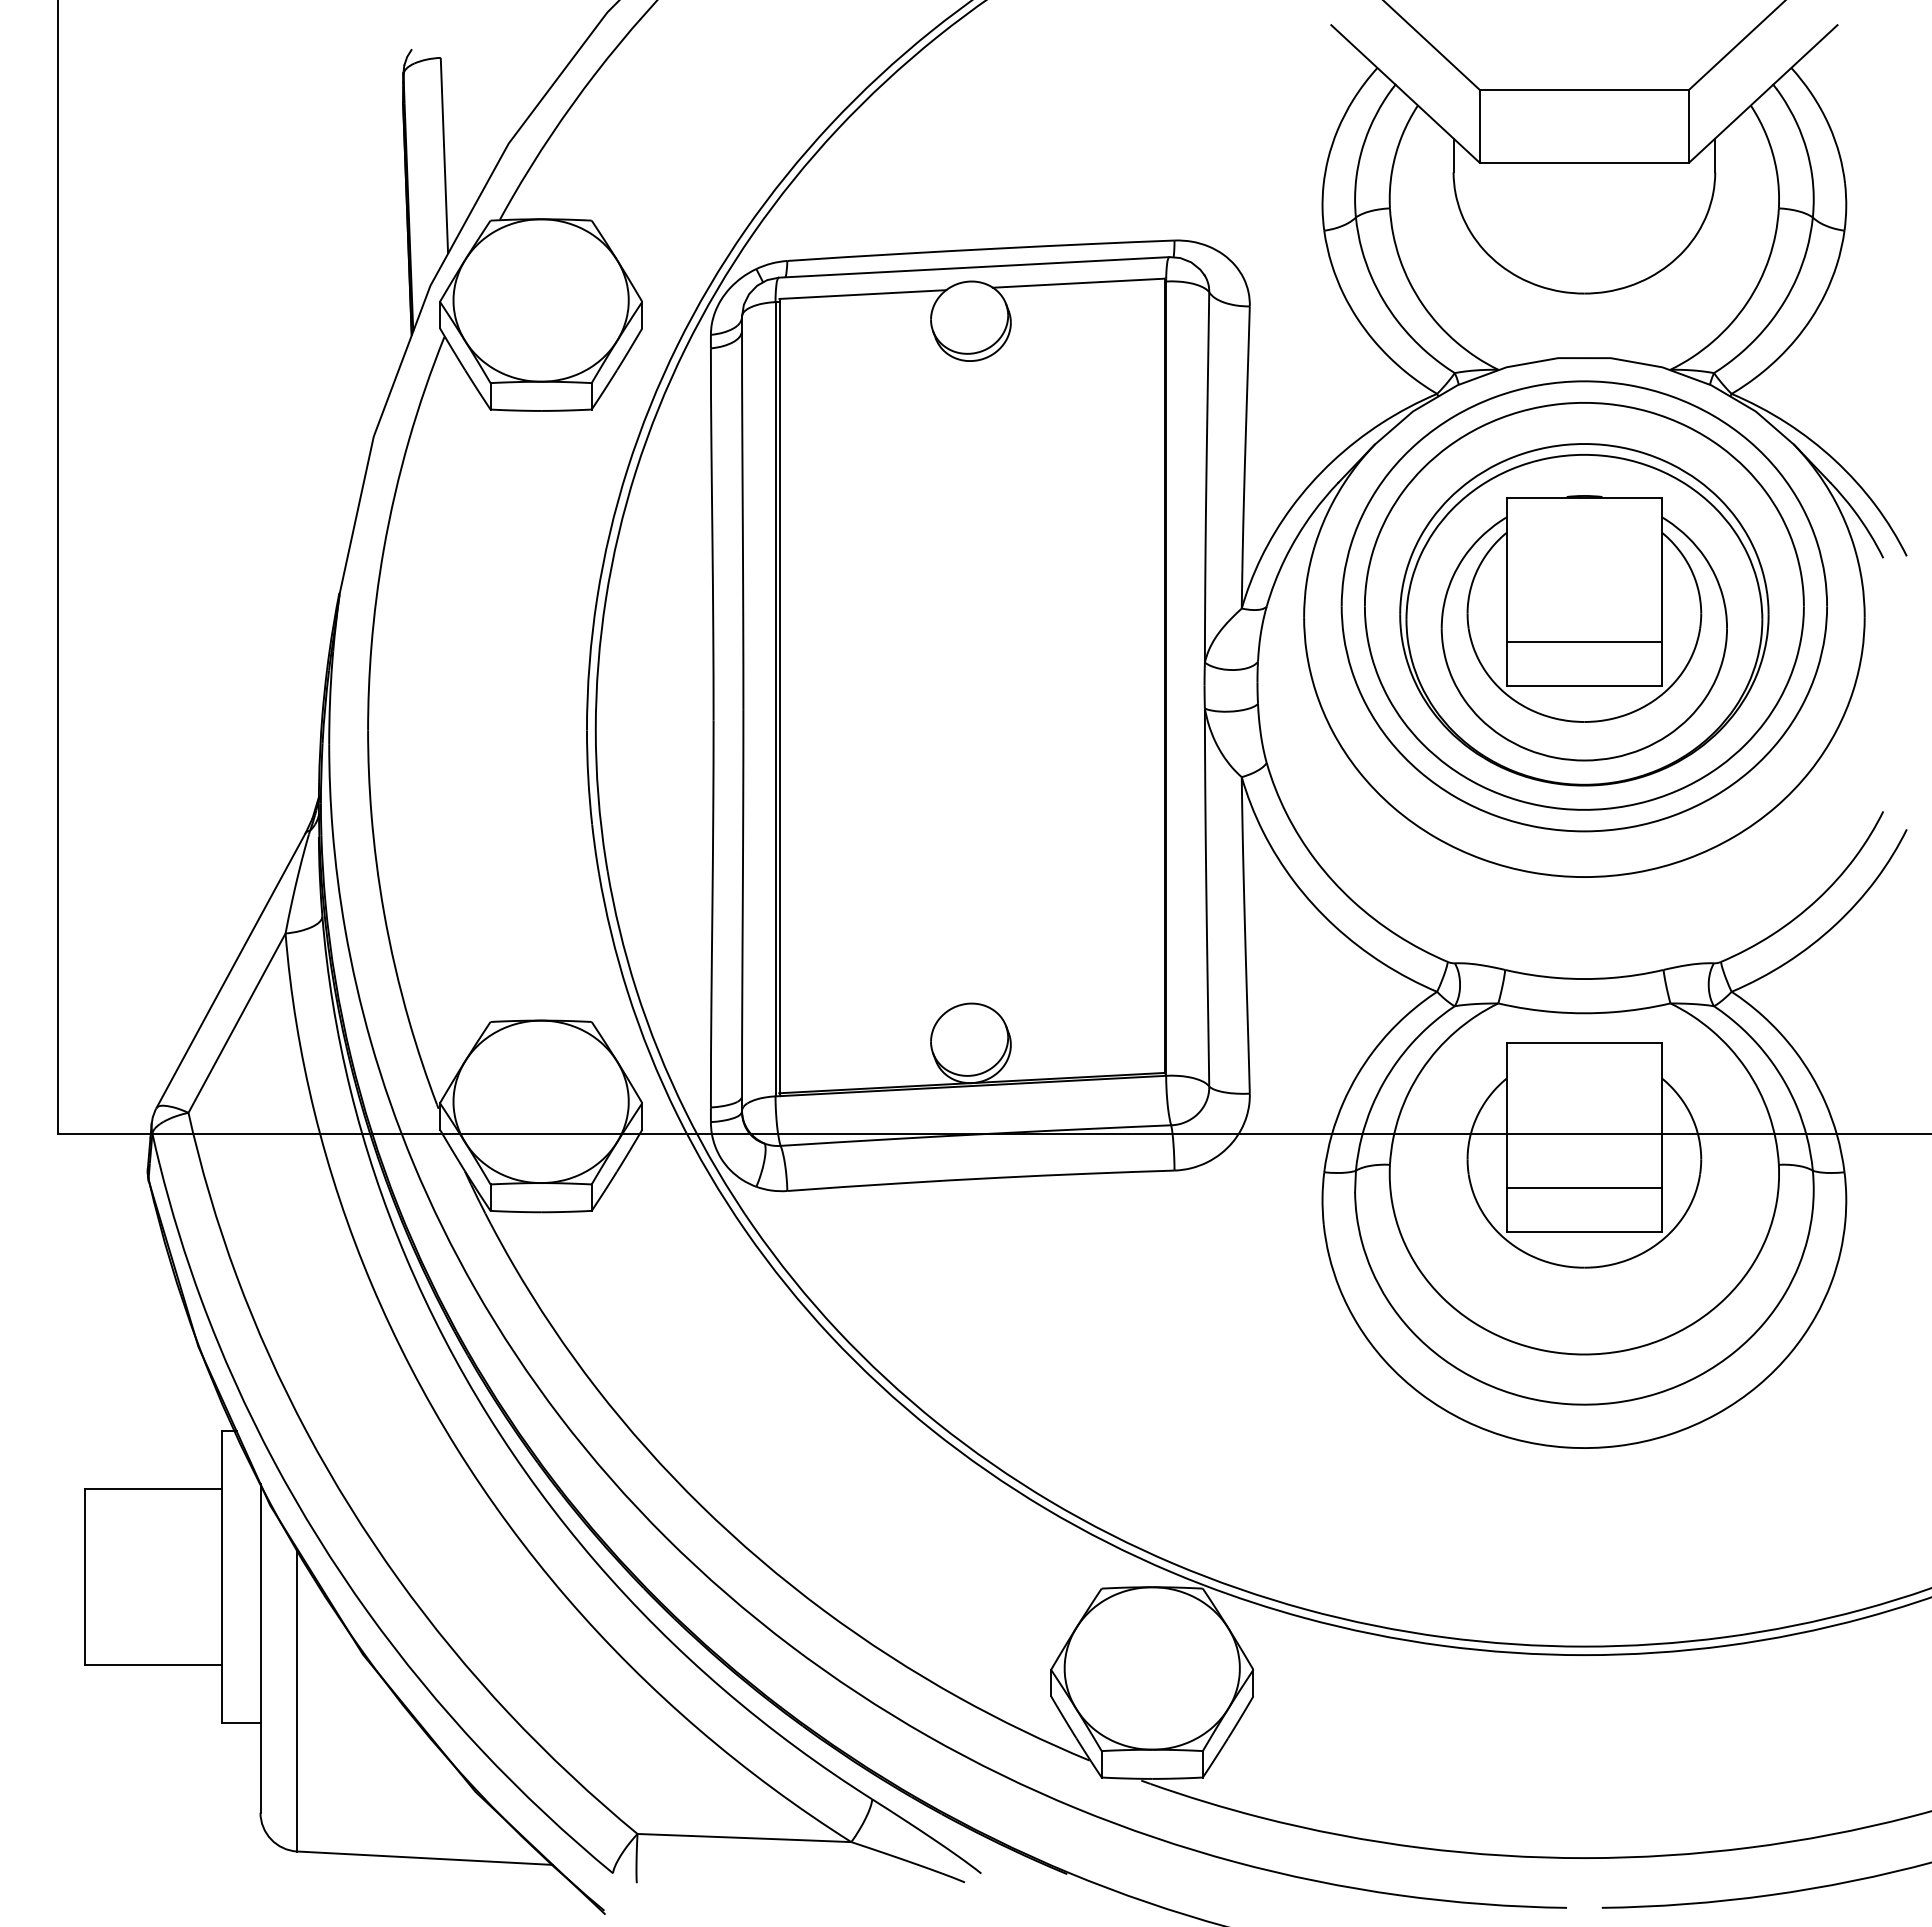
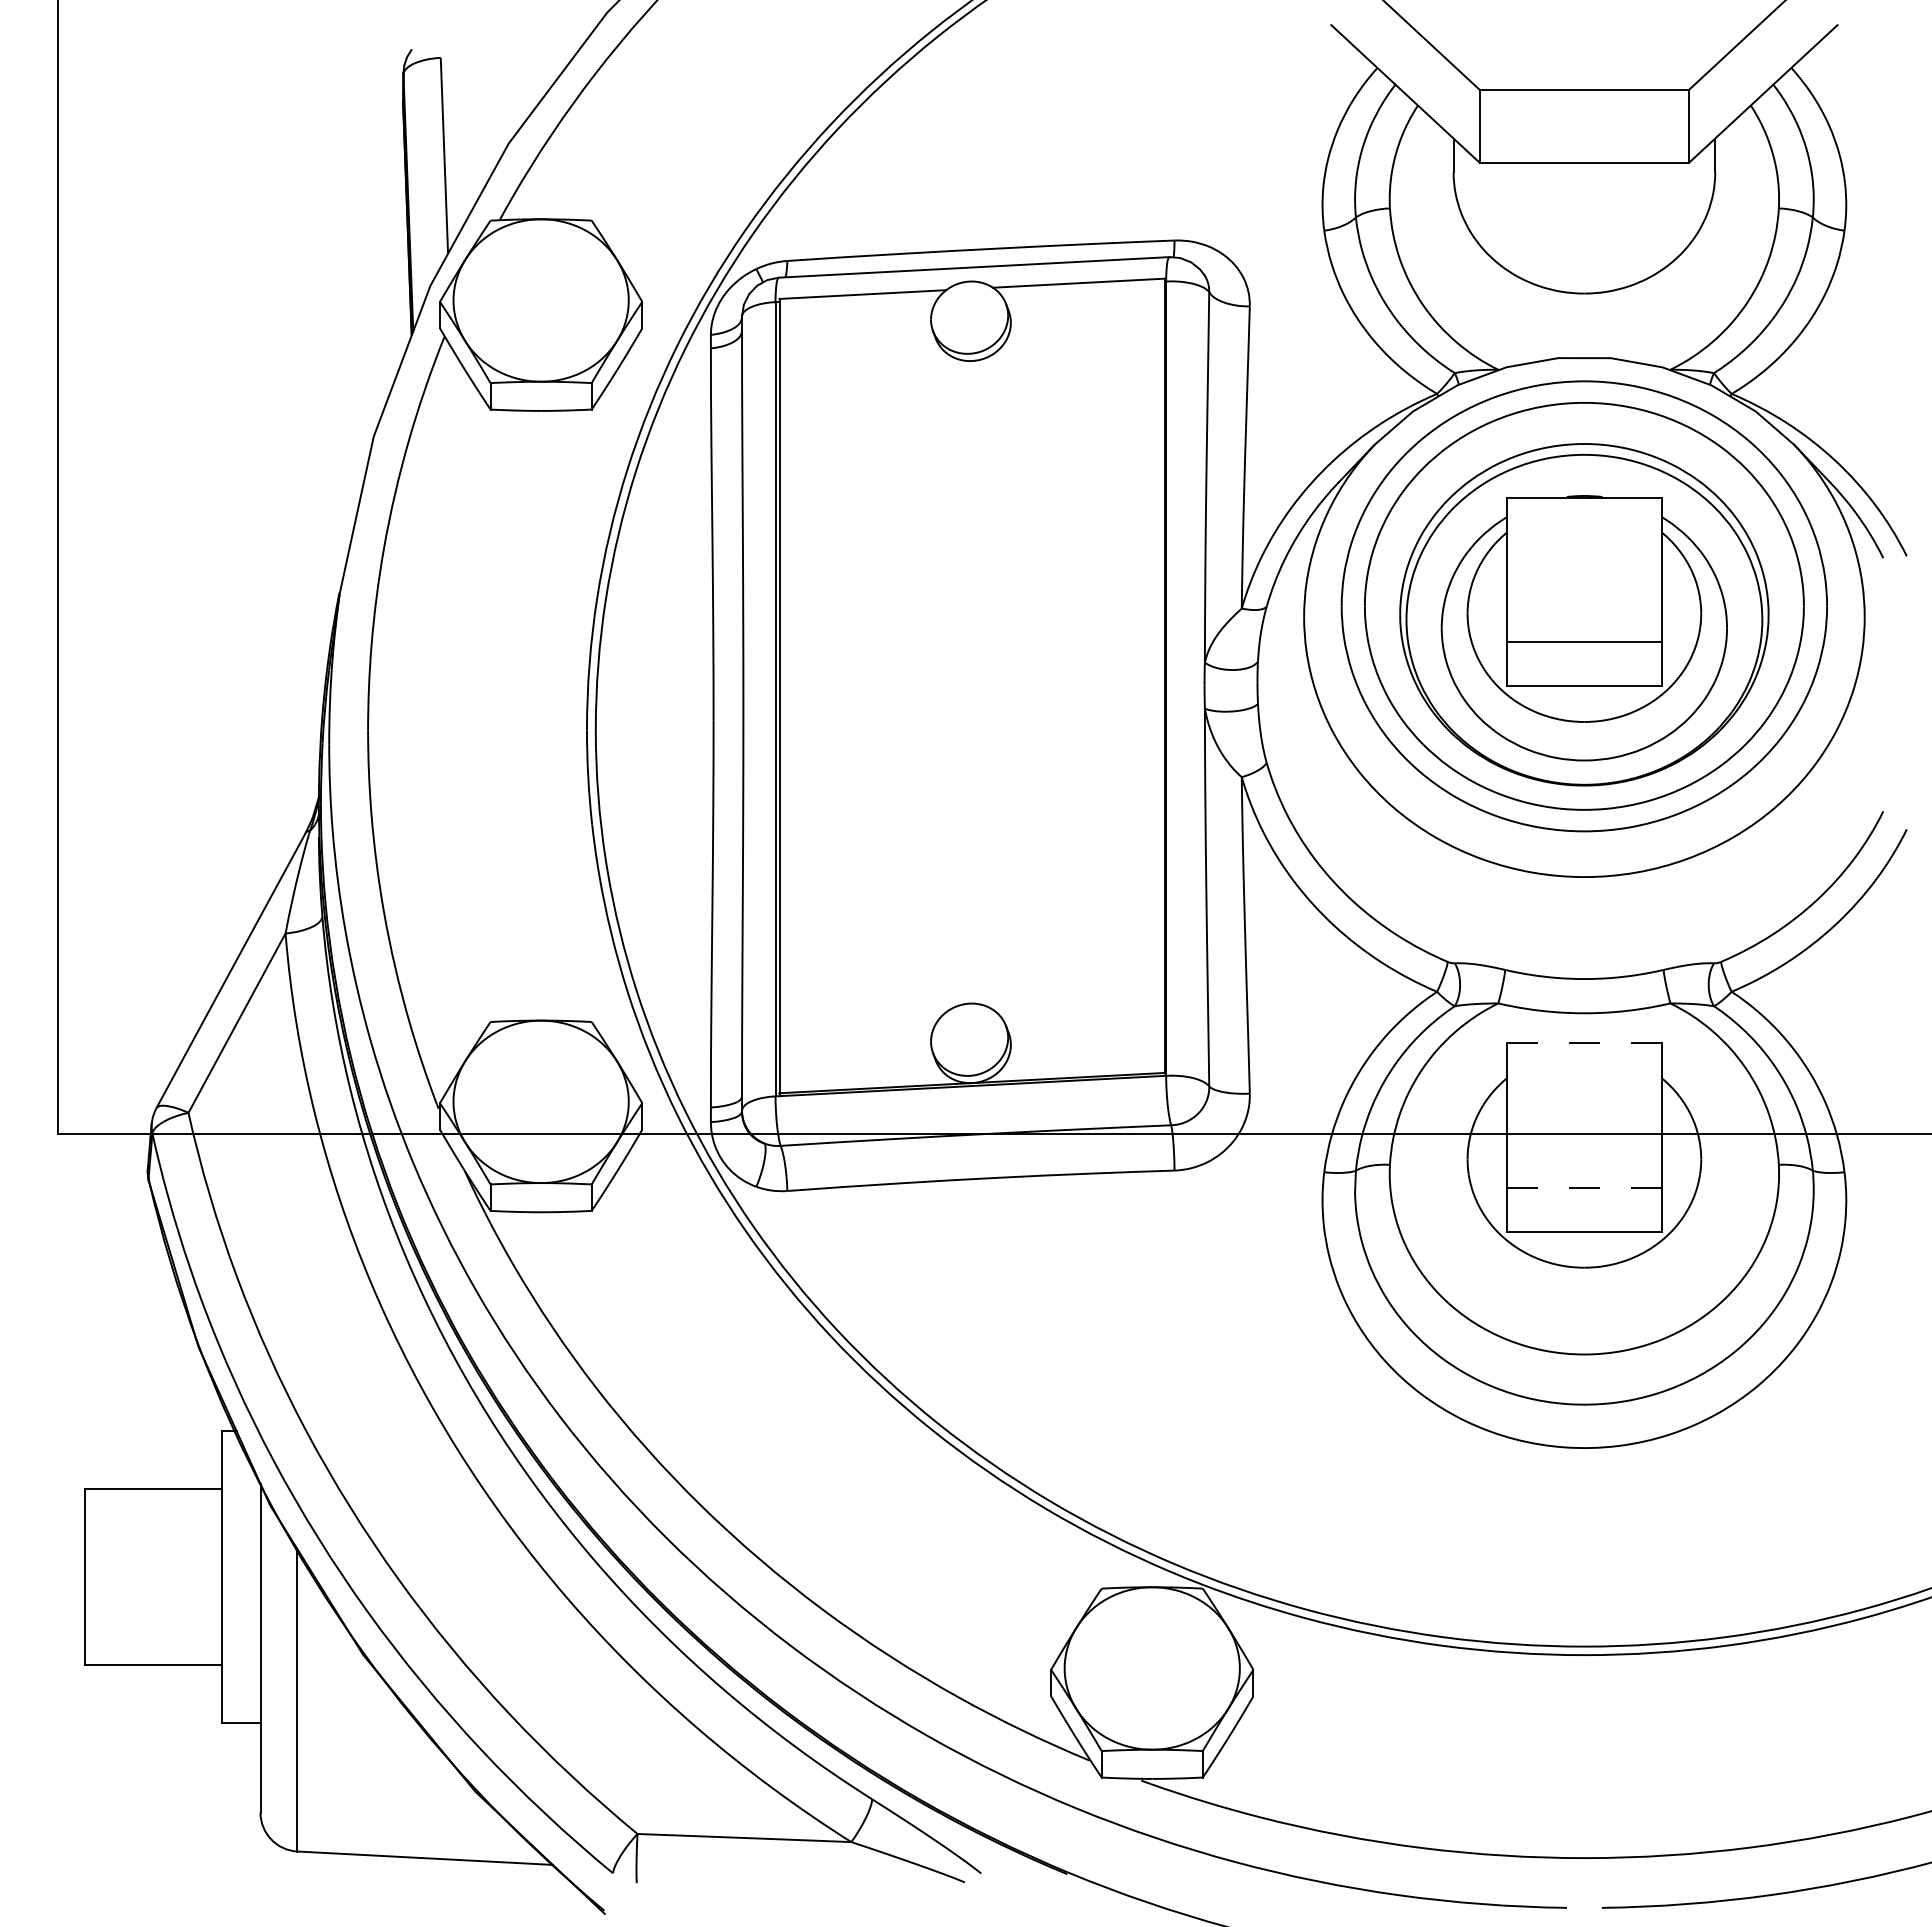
line at (1584, 1043): solid -> dashed
line at (1584, 1187): solid -> dashed
